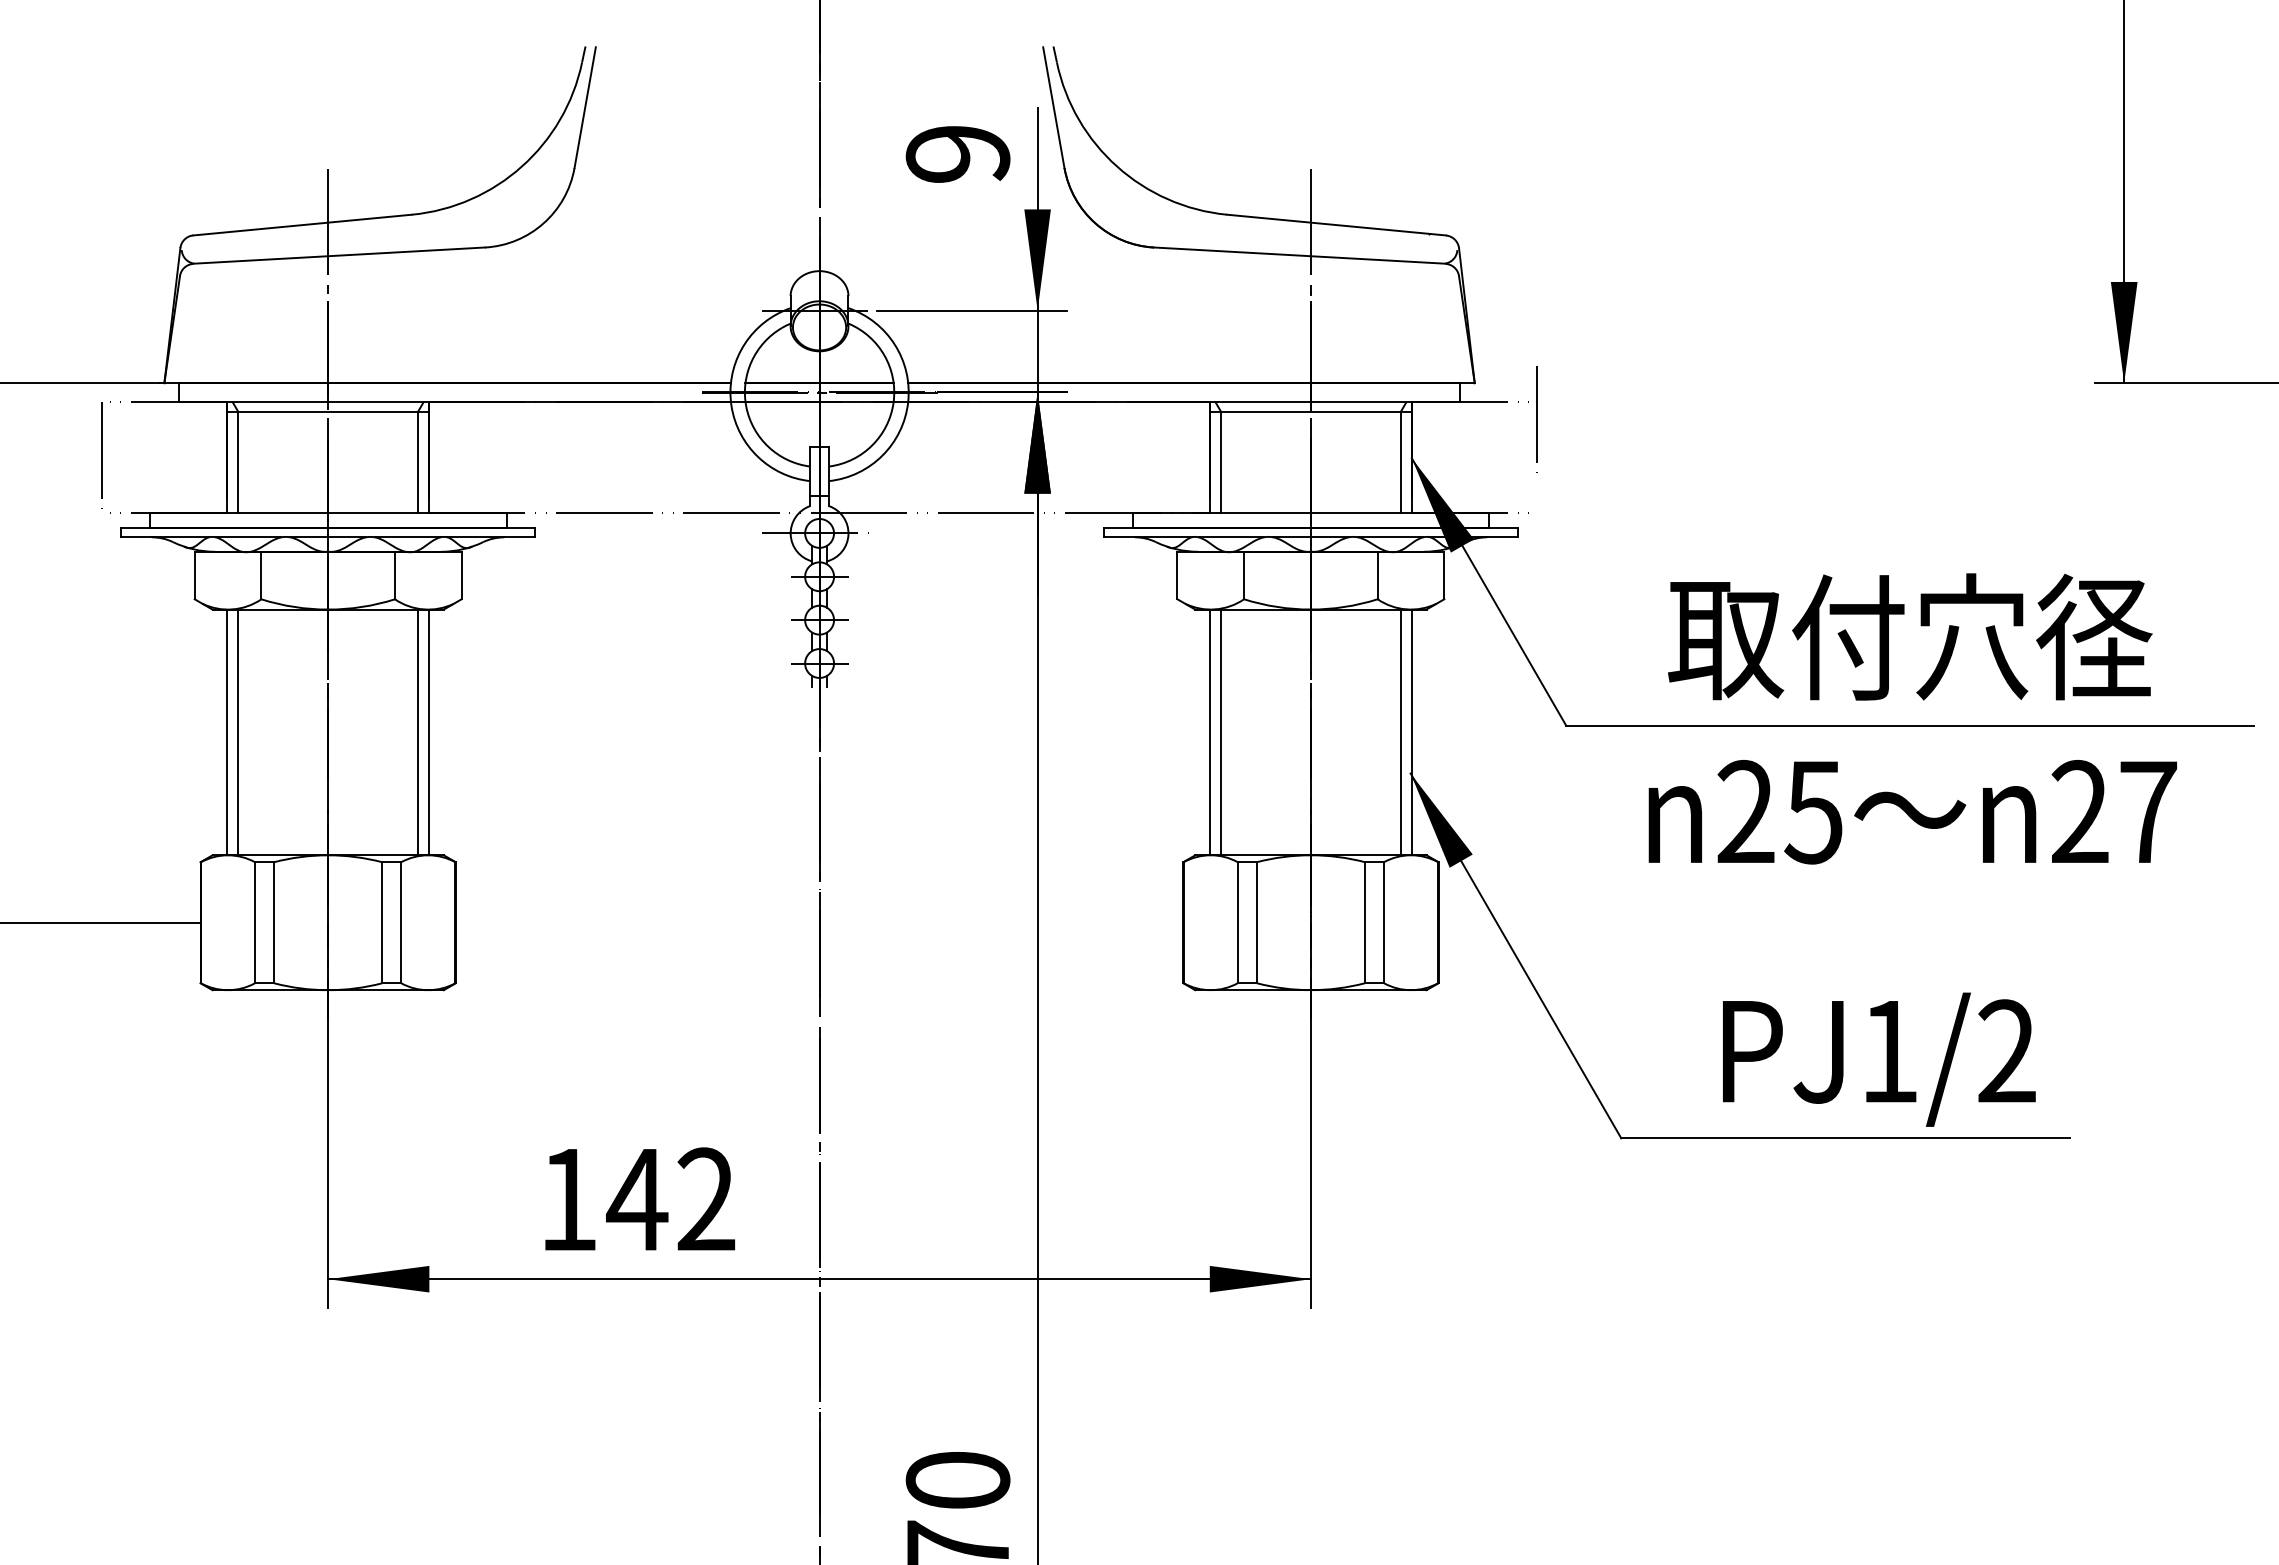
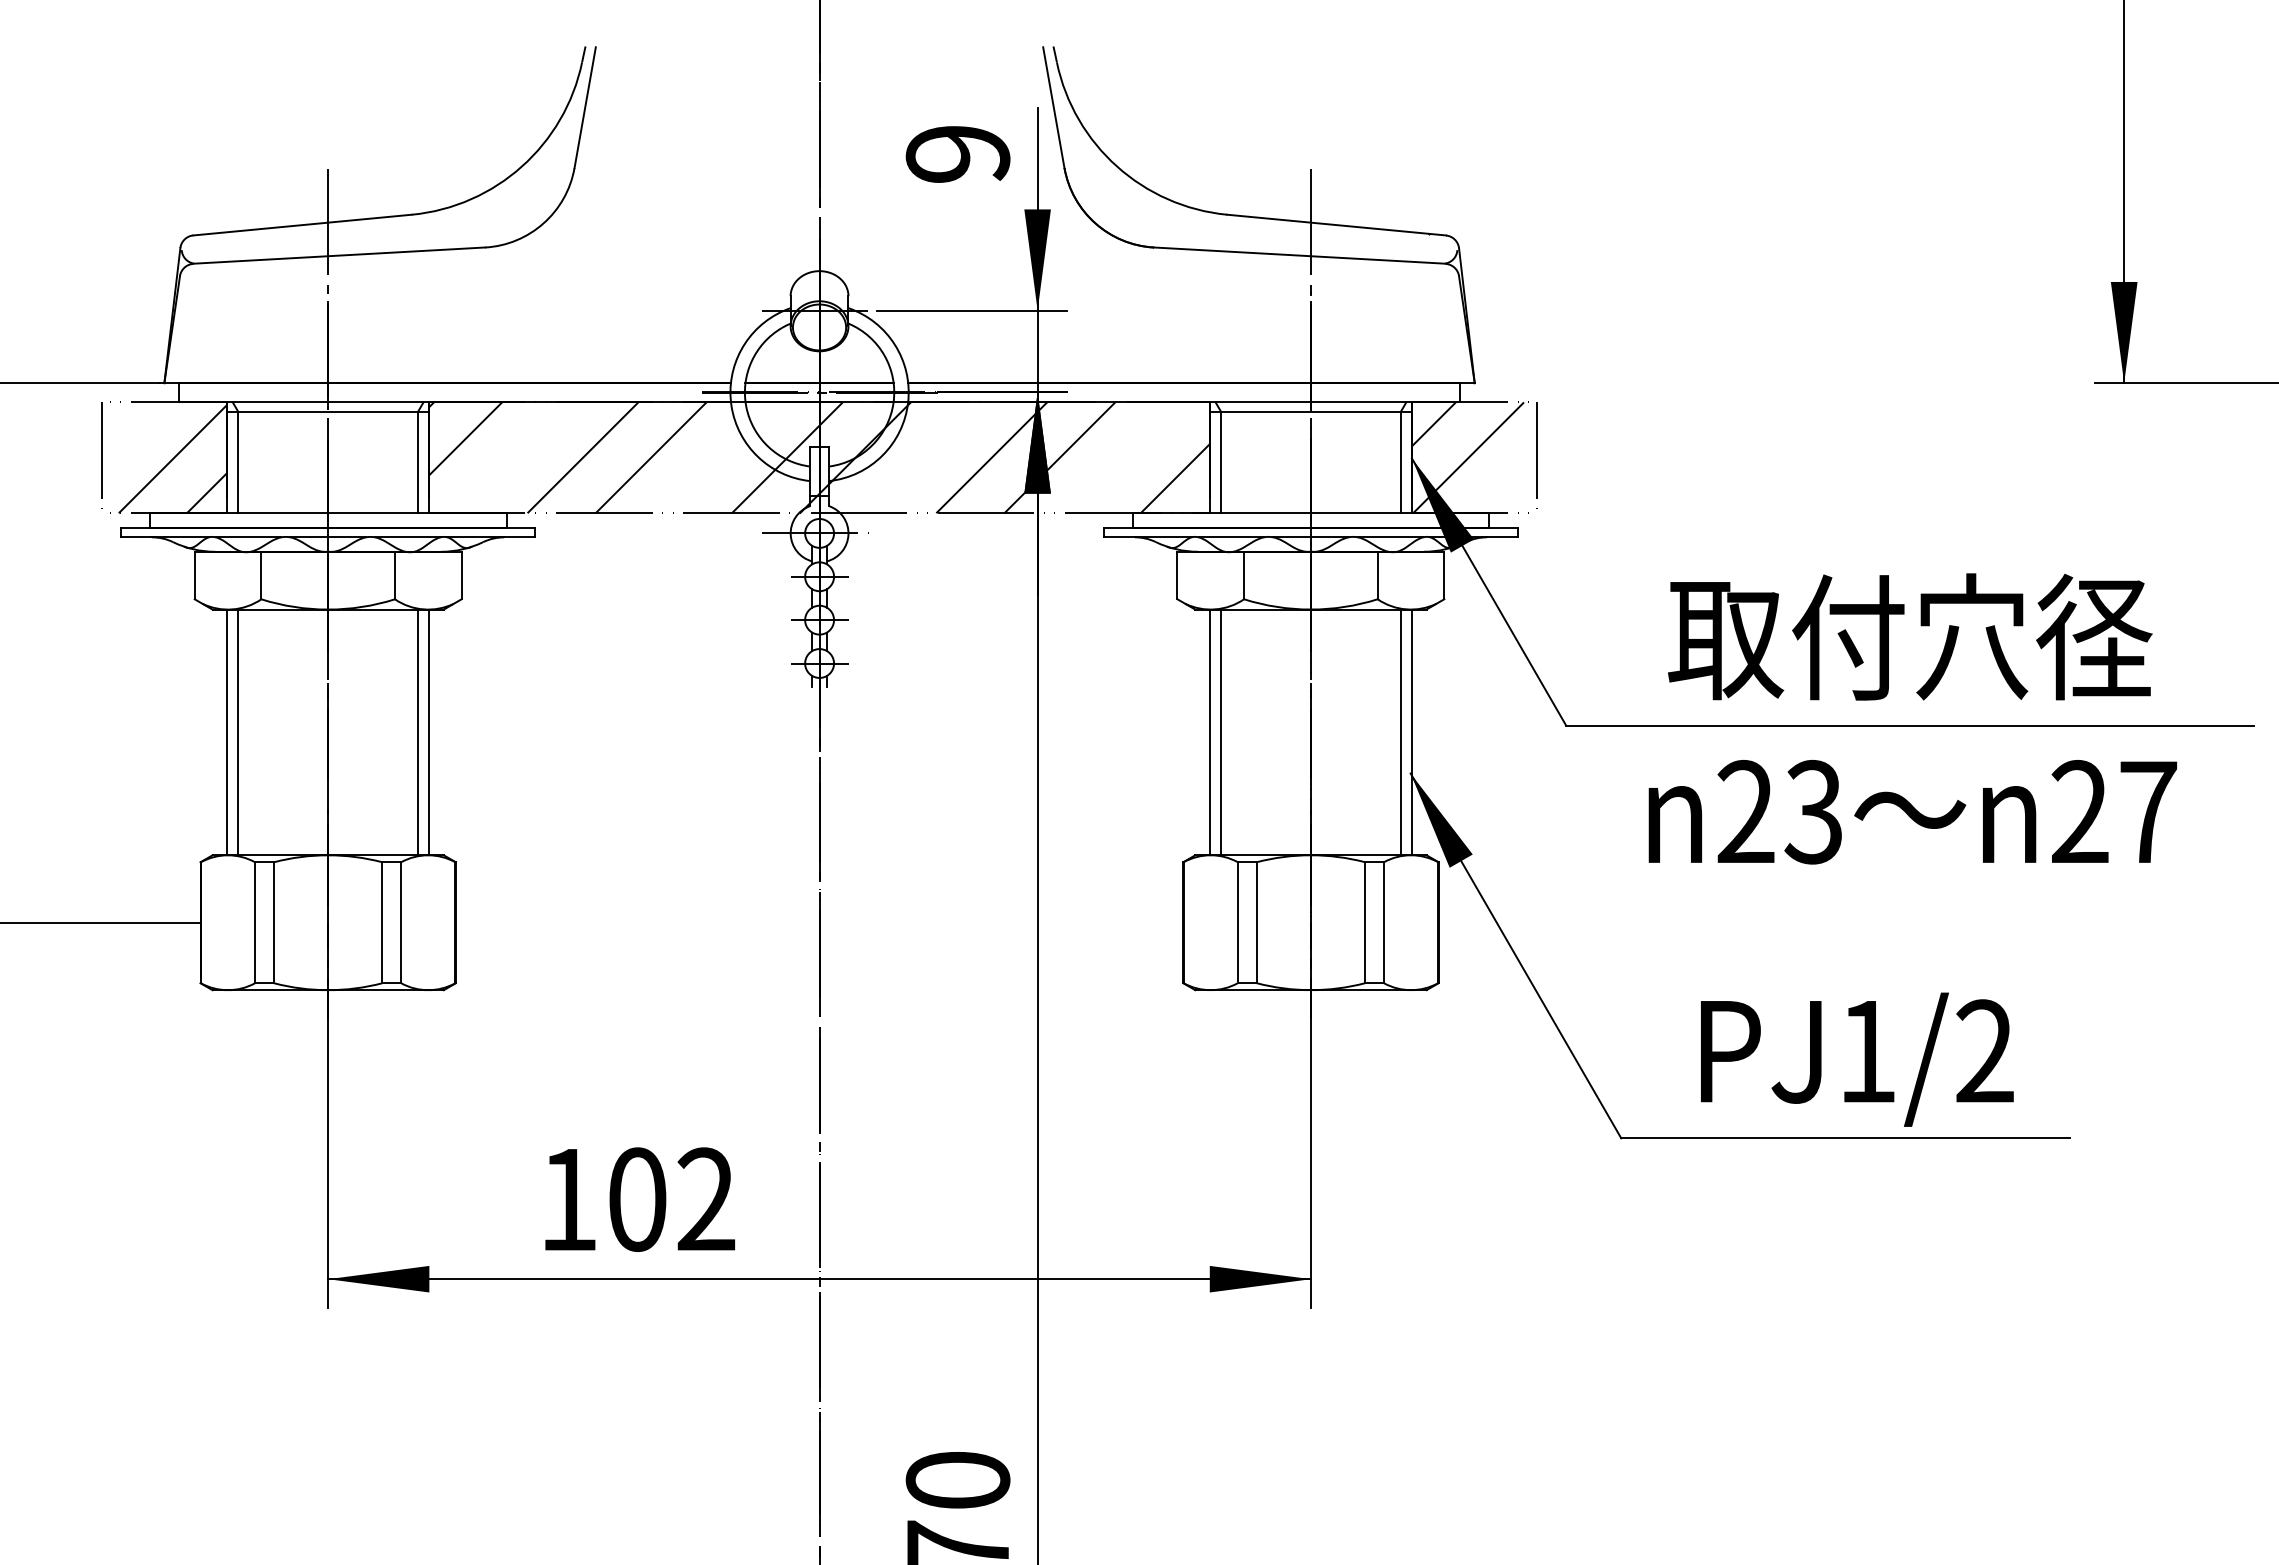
line at (1536, 419) position: (1536, 419) -> (1536, 455)
hatch at (819, 457): none -> present
hatch at (1467, 457): none -> present
hatch at (172, 458): none -> present
text at (1813, 811): 25 -> 23
text at (1879, 1059) position: (1879, 1059) -> (1857, 1059)
text at (637, 1199): 142 -> 102
